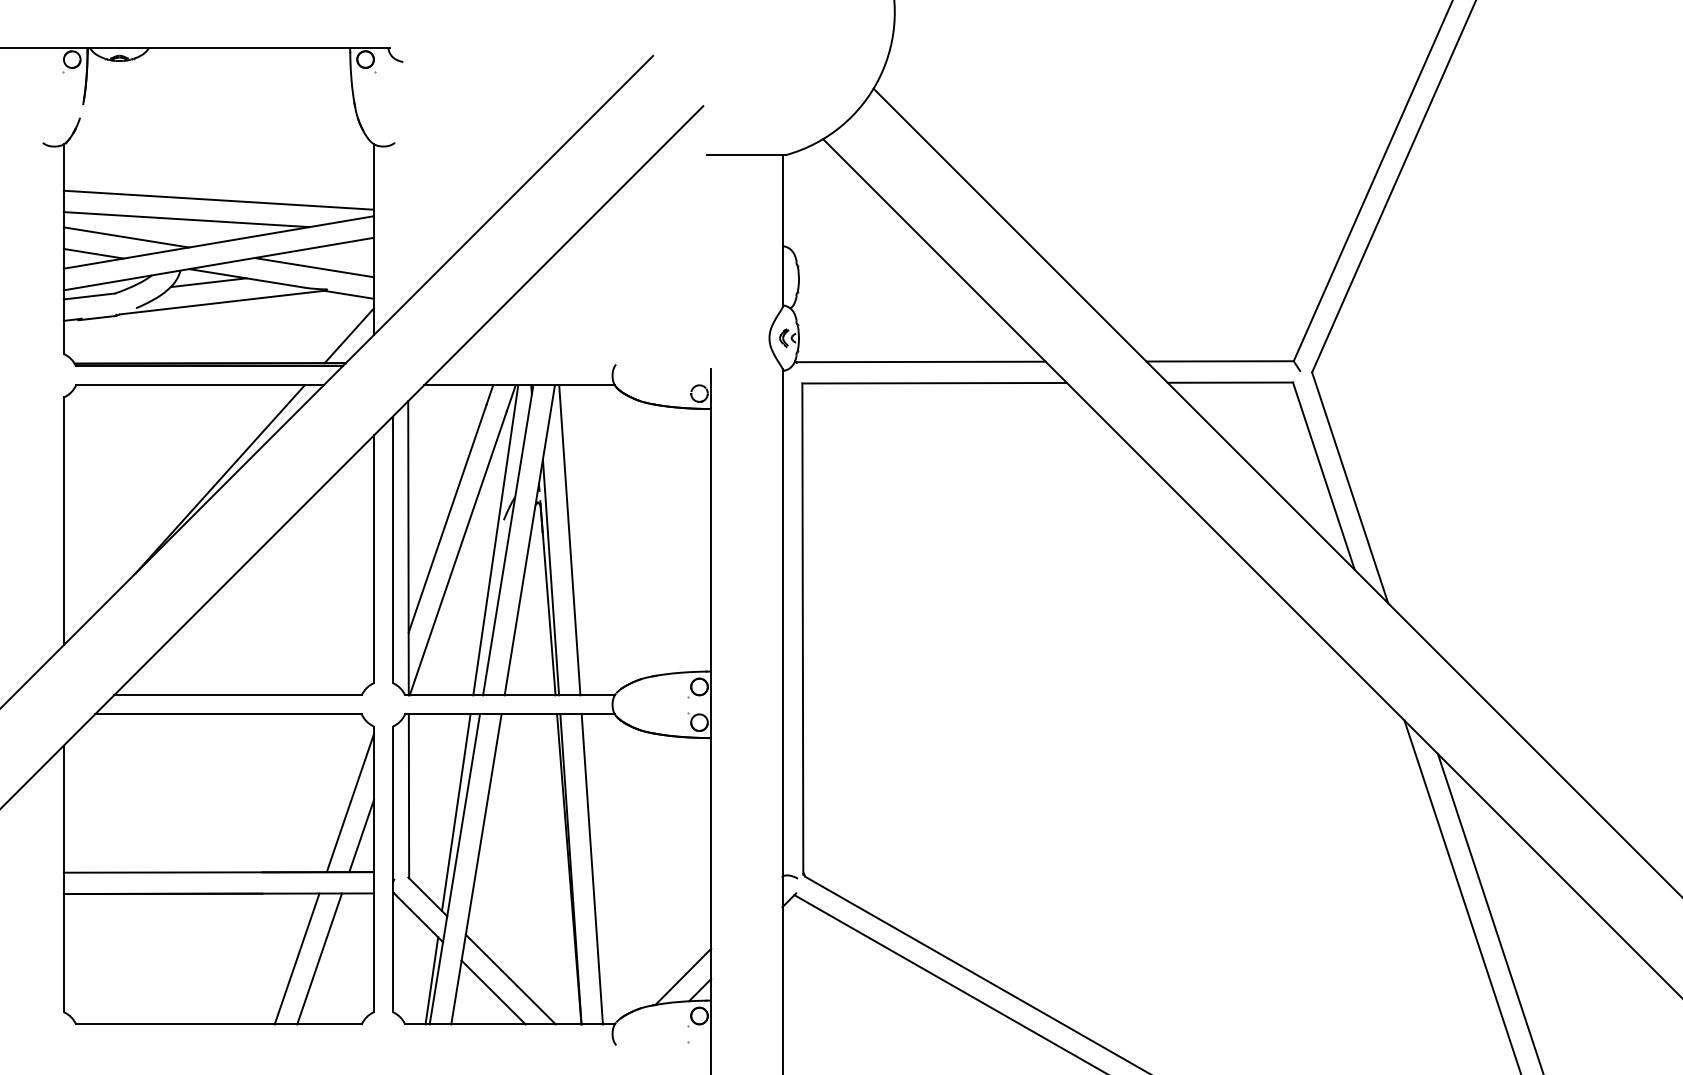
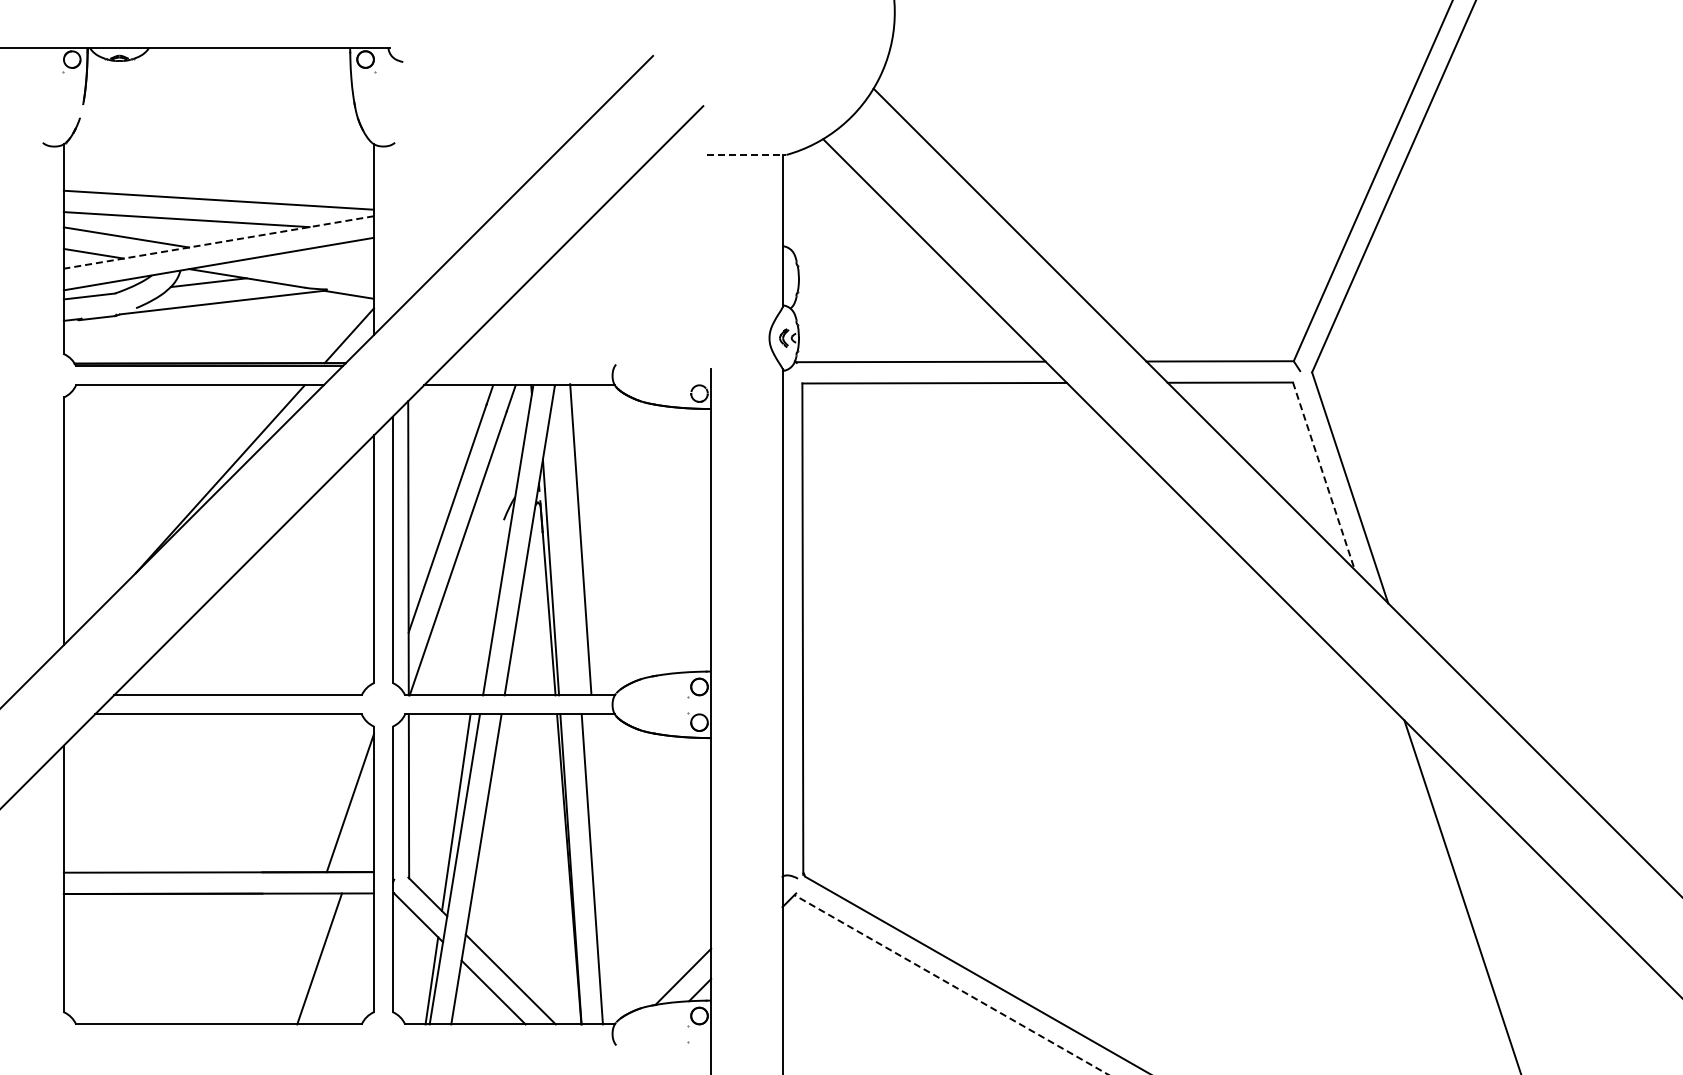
line at (746, 154): solid -> dashed
line at (218, 242): solid -> dashed
line at (314, 267): present -> none
line at (1323, 476): solid -> dashed
line at (495, 540): present -> none
line at (569, 540) position: (569, 540) -> (580, 539)
line at (361, 835): present -> none
line at (1489, 912): present -> none
line at (296, 958): present -> none
line at (951, 985): solid -> dashed
